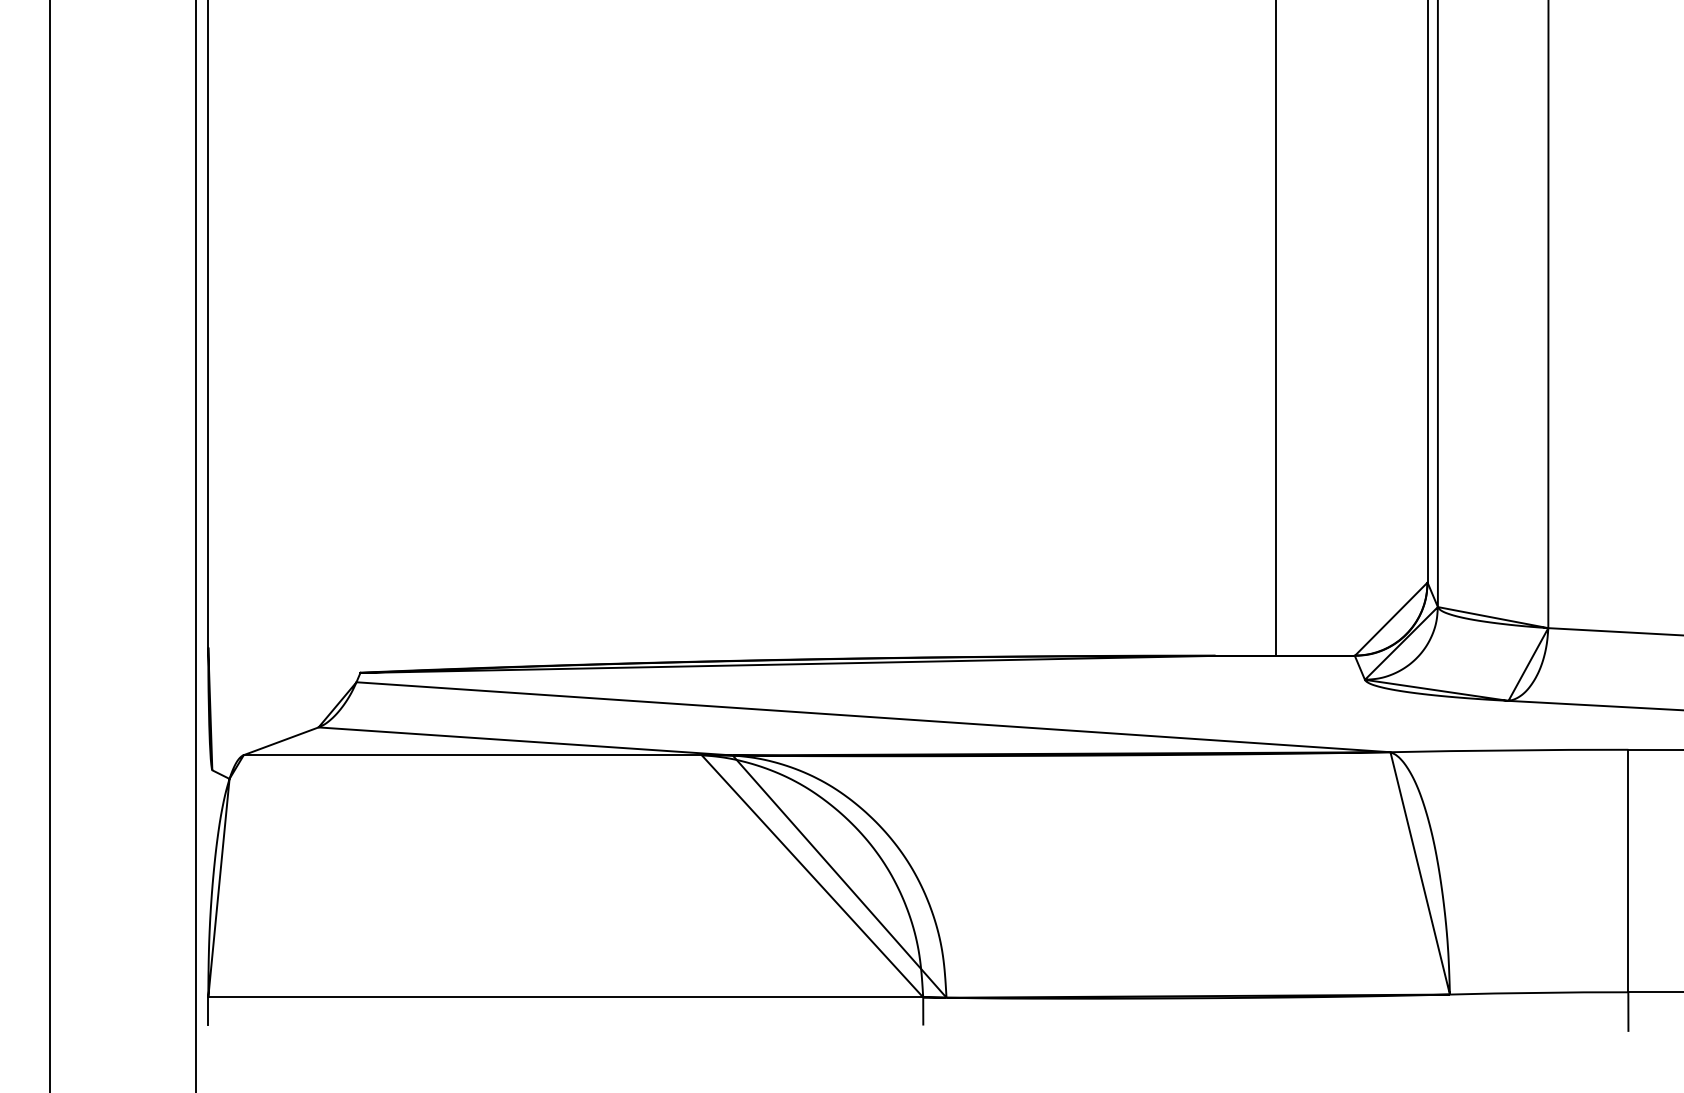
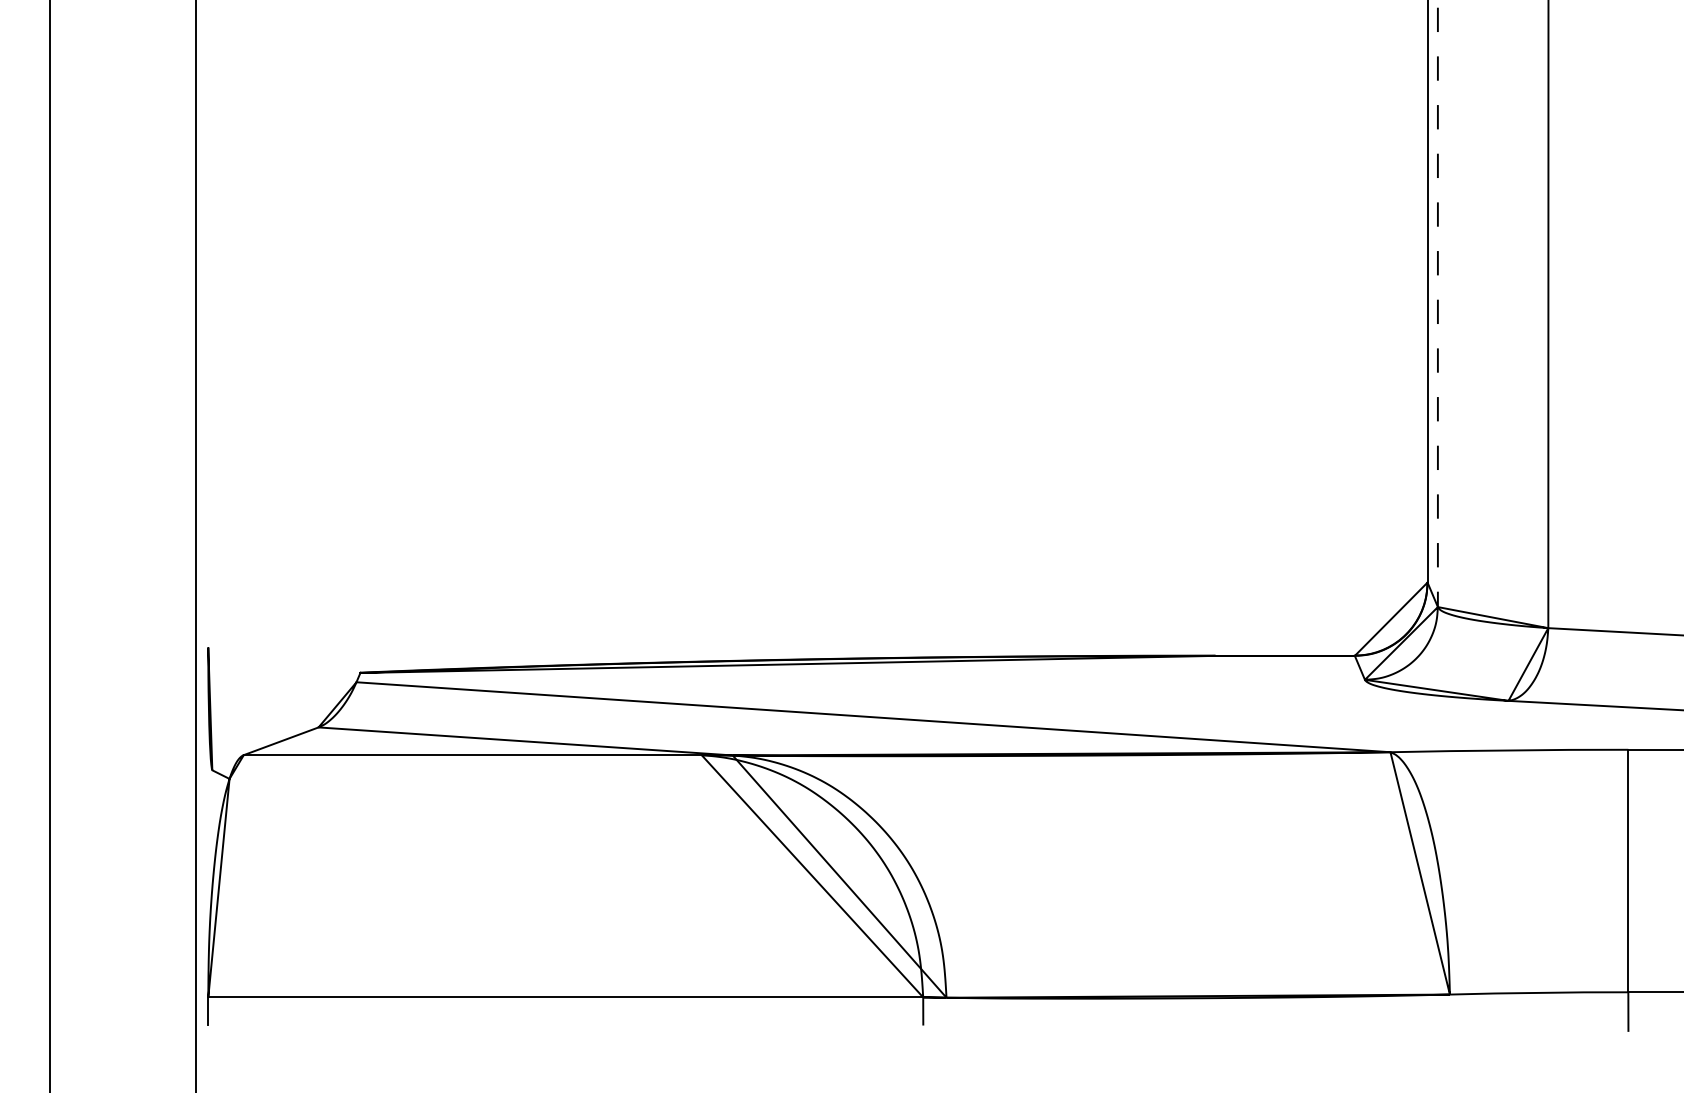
line at (1437, 304): solid -> dashed
line at (208, 324): present -> none
line at (1275, 328): present -> none
